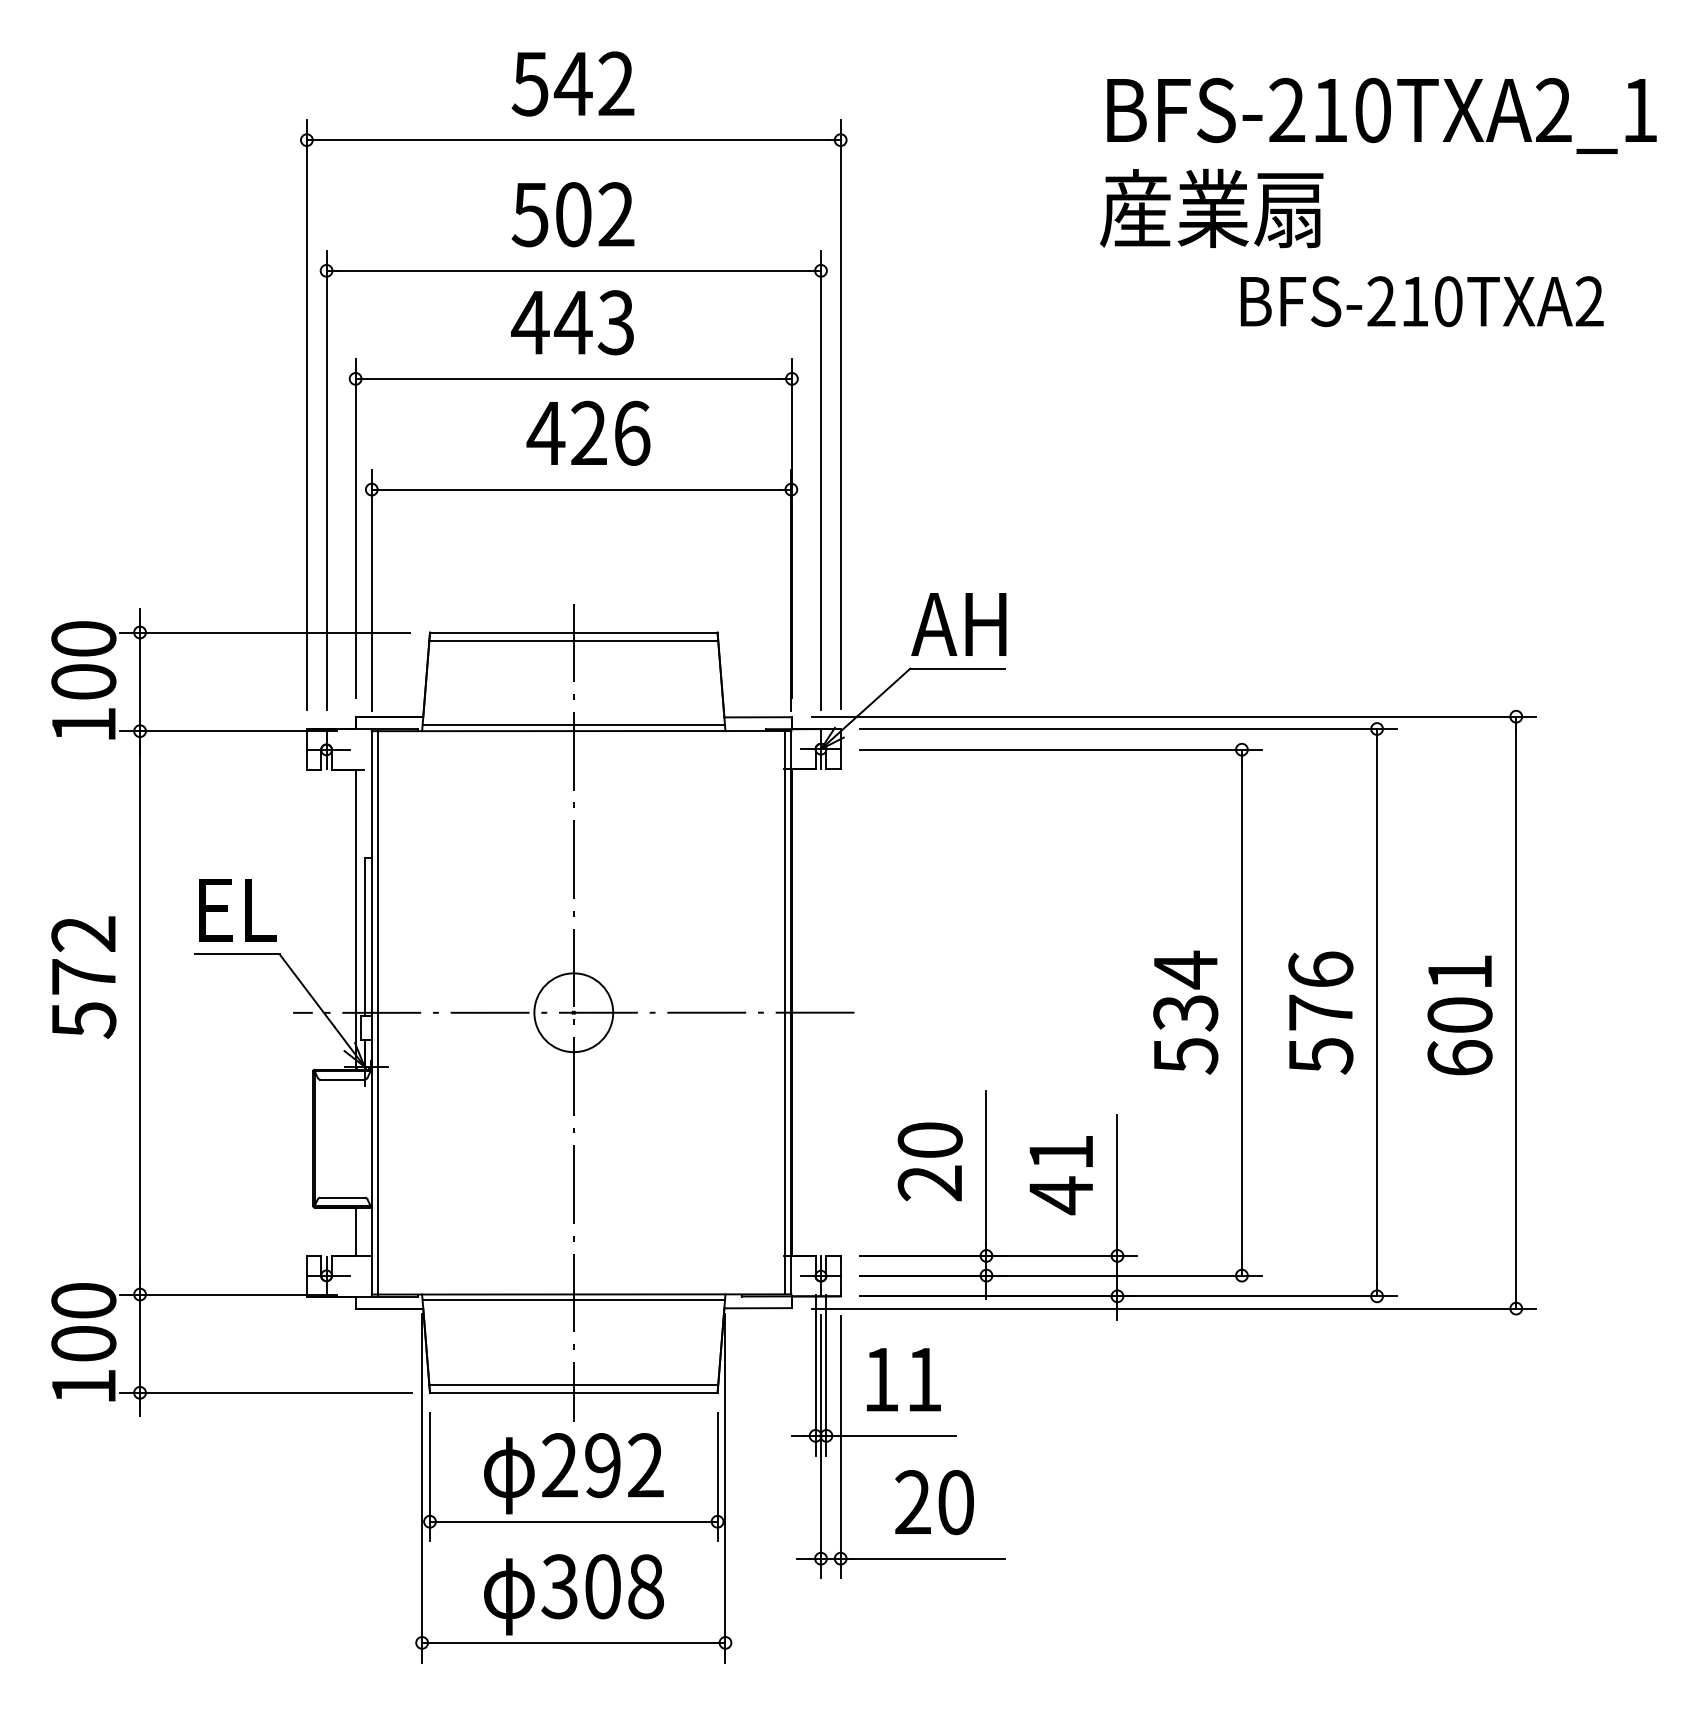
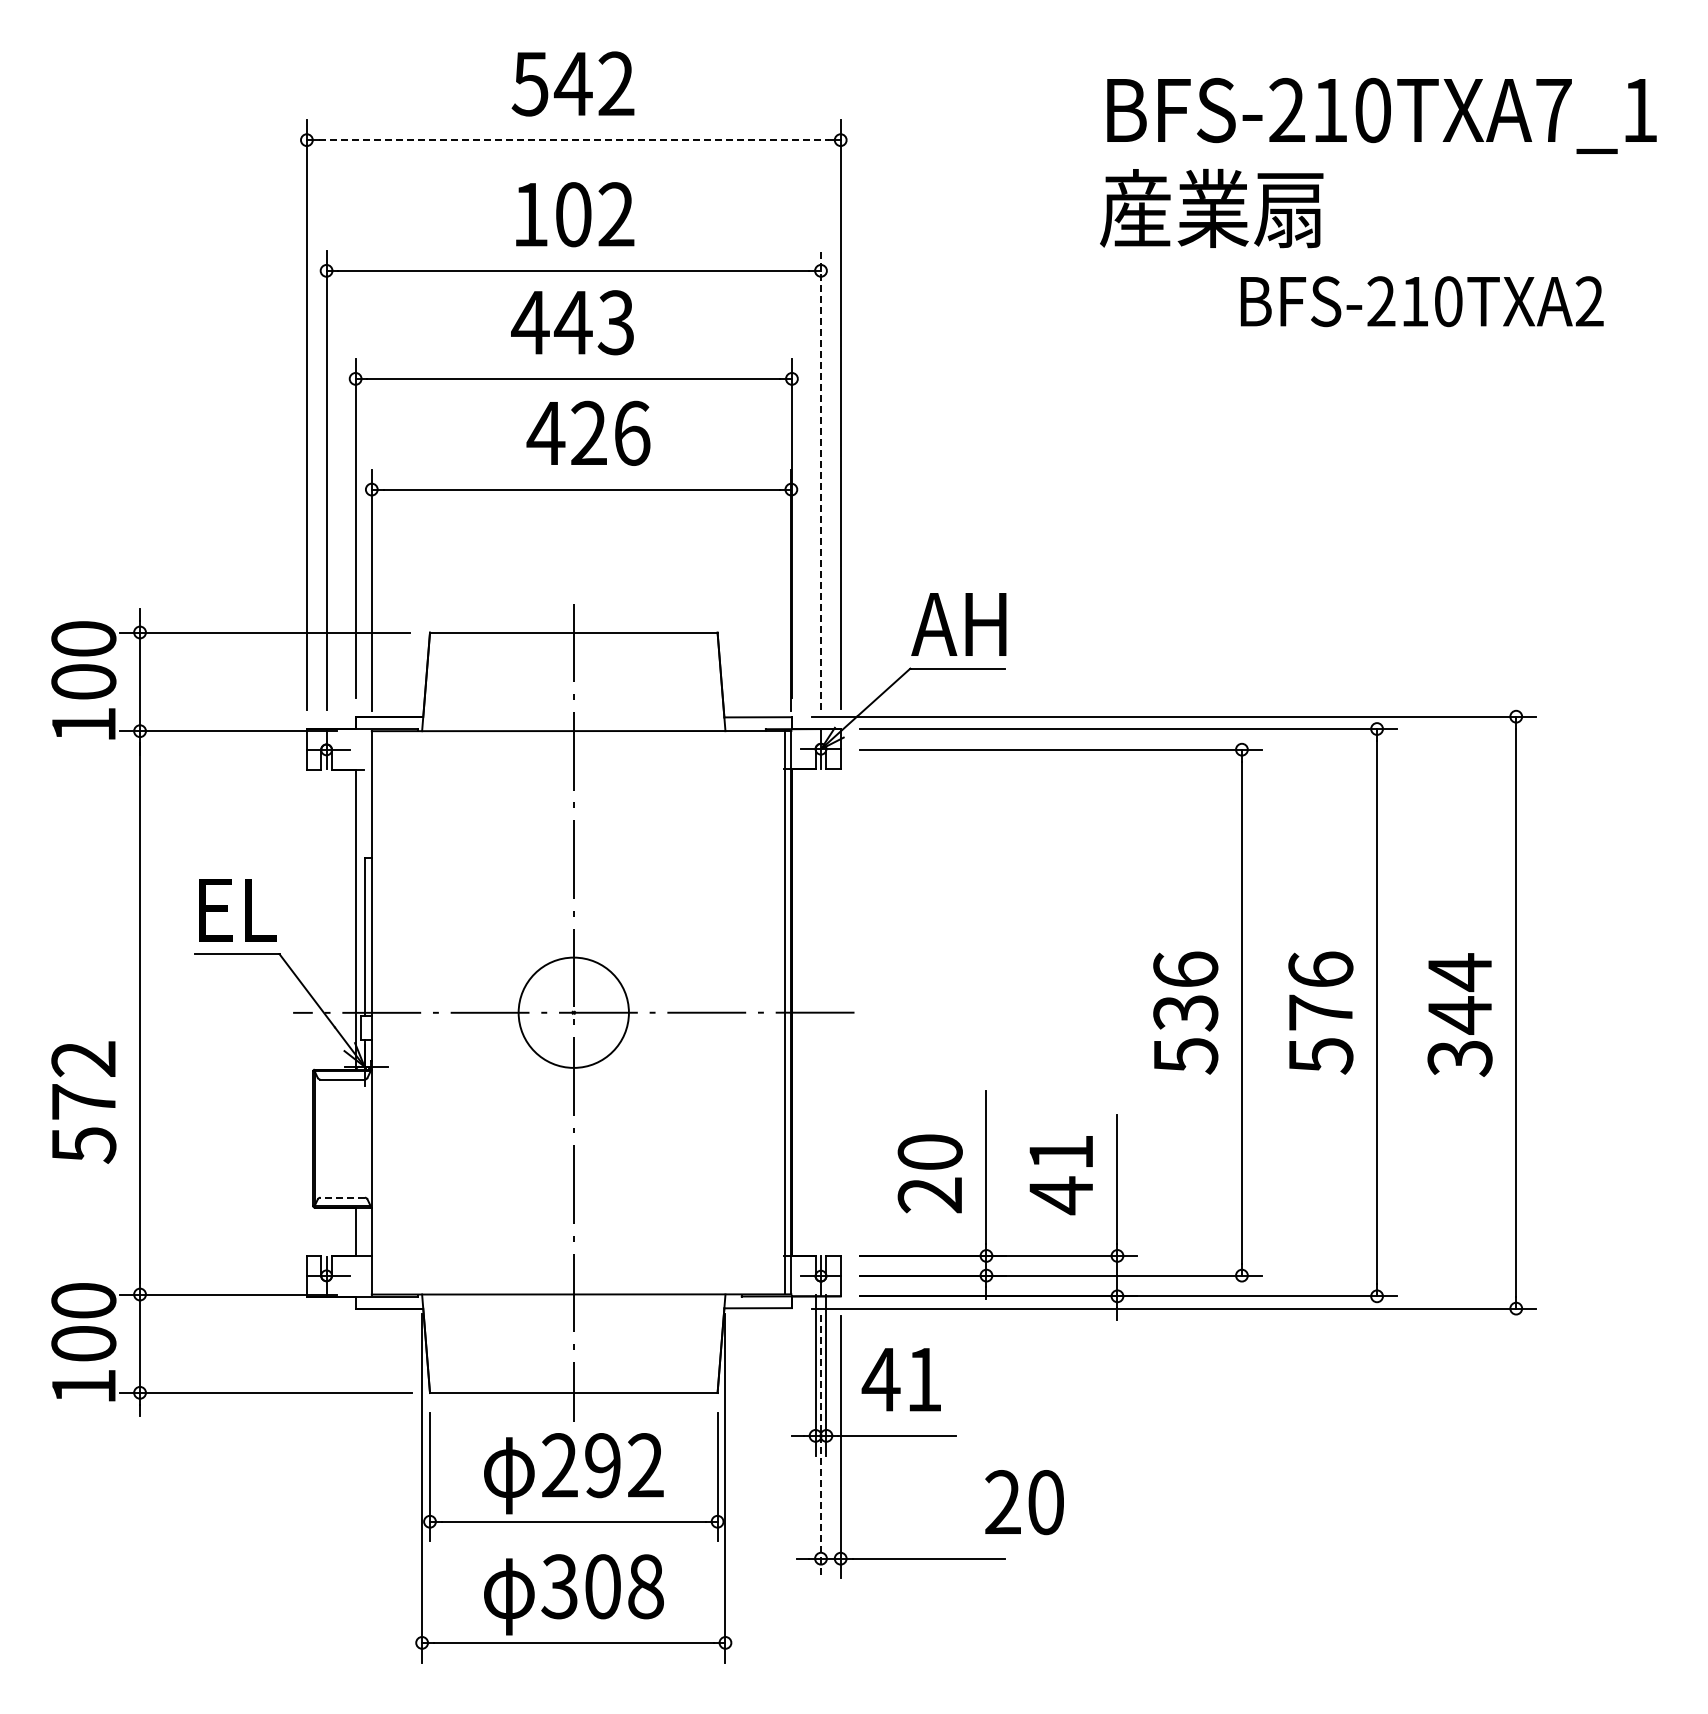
text at (1553, 109): BFS-210TXA2_1 -> BFS-210TXA7_1
line at (574, 140): solid -> dashed
text at (529, 215): 502 -> 102
line at (821, 479): solid -> dashed
line at (573, 640): present -> none
line at (573, 725): present -> none
text at (1185, 969): 534 -> 536
text at (83, 977) position: (83, 977) -> (83, 1102)
line at (378, 1012): present -> none
circle at (573, 1012) diameter: 79 px -> 110 px
text at (1459, 1014): 601 -> 344
text at (929, 1161) position: (929, 1161) -> (929, 1173)
line at (342, 1197): solid -> dashed
line at (573, 1300): present -> none
text at (880, 1379): 11 -> 41
line at (573, 1385): present -> none
line at (821, 1446): solid -> dashed
text at (934, 1502) position: (934, 1502) -> (1024, 1502)
